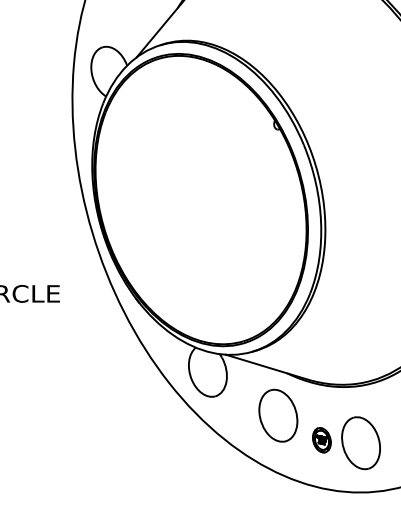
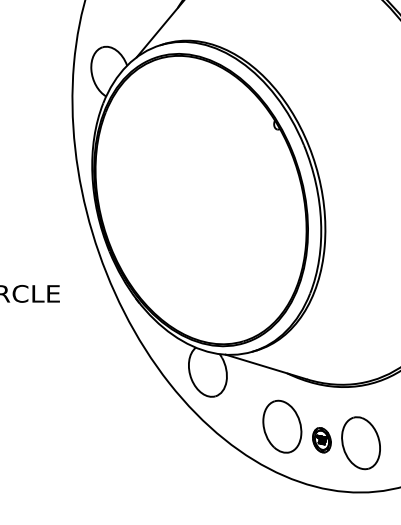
part at (278, 415) position: (278, 415) -> (282, 426)
